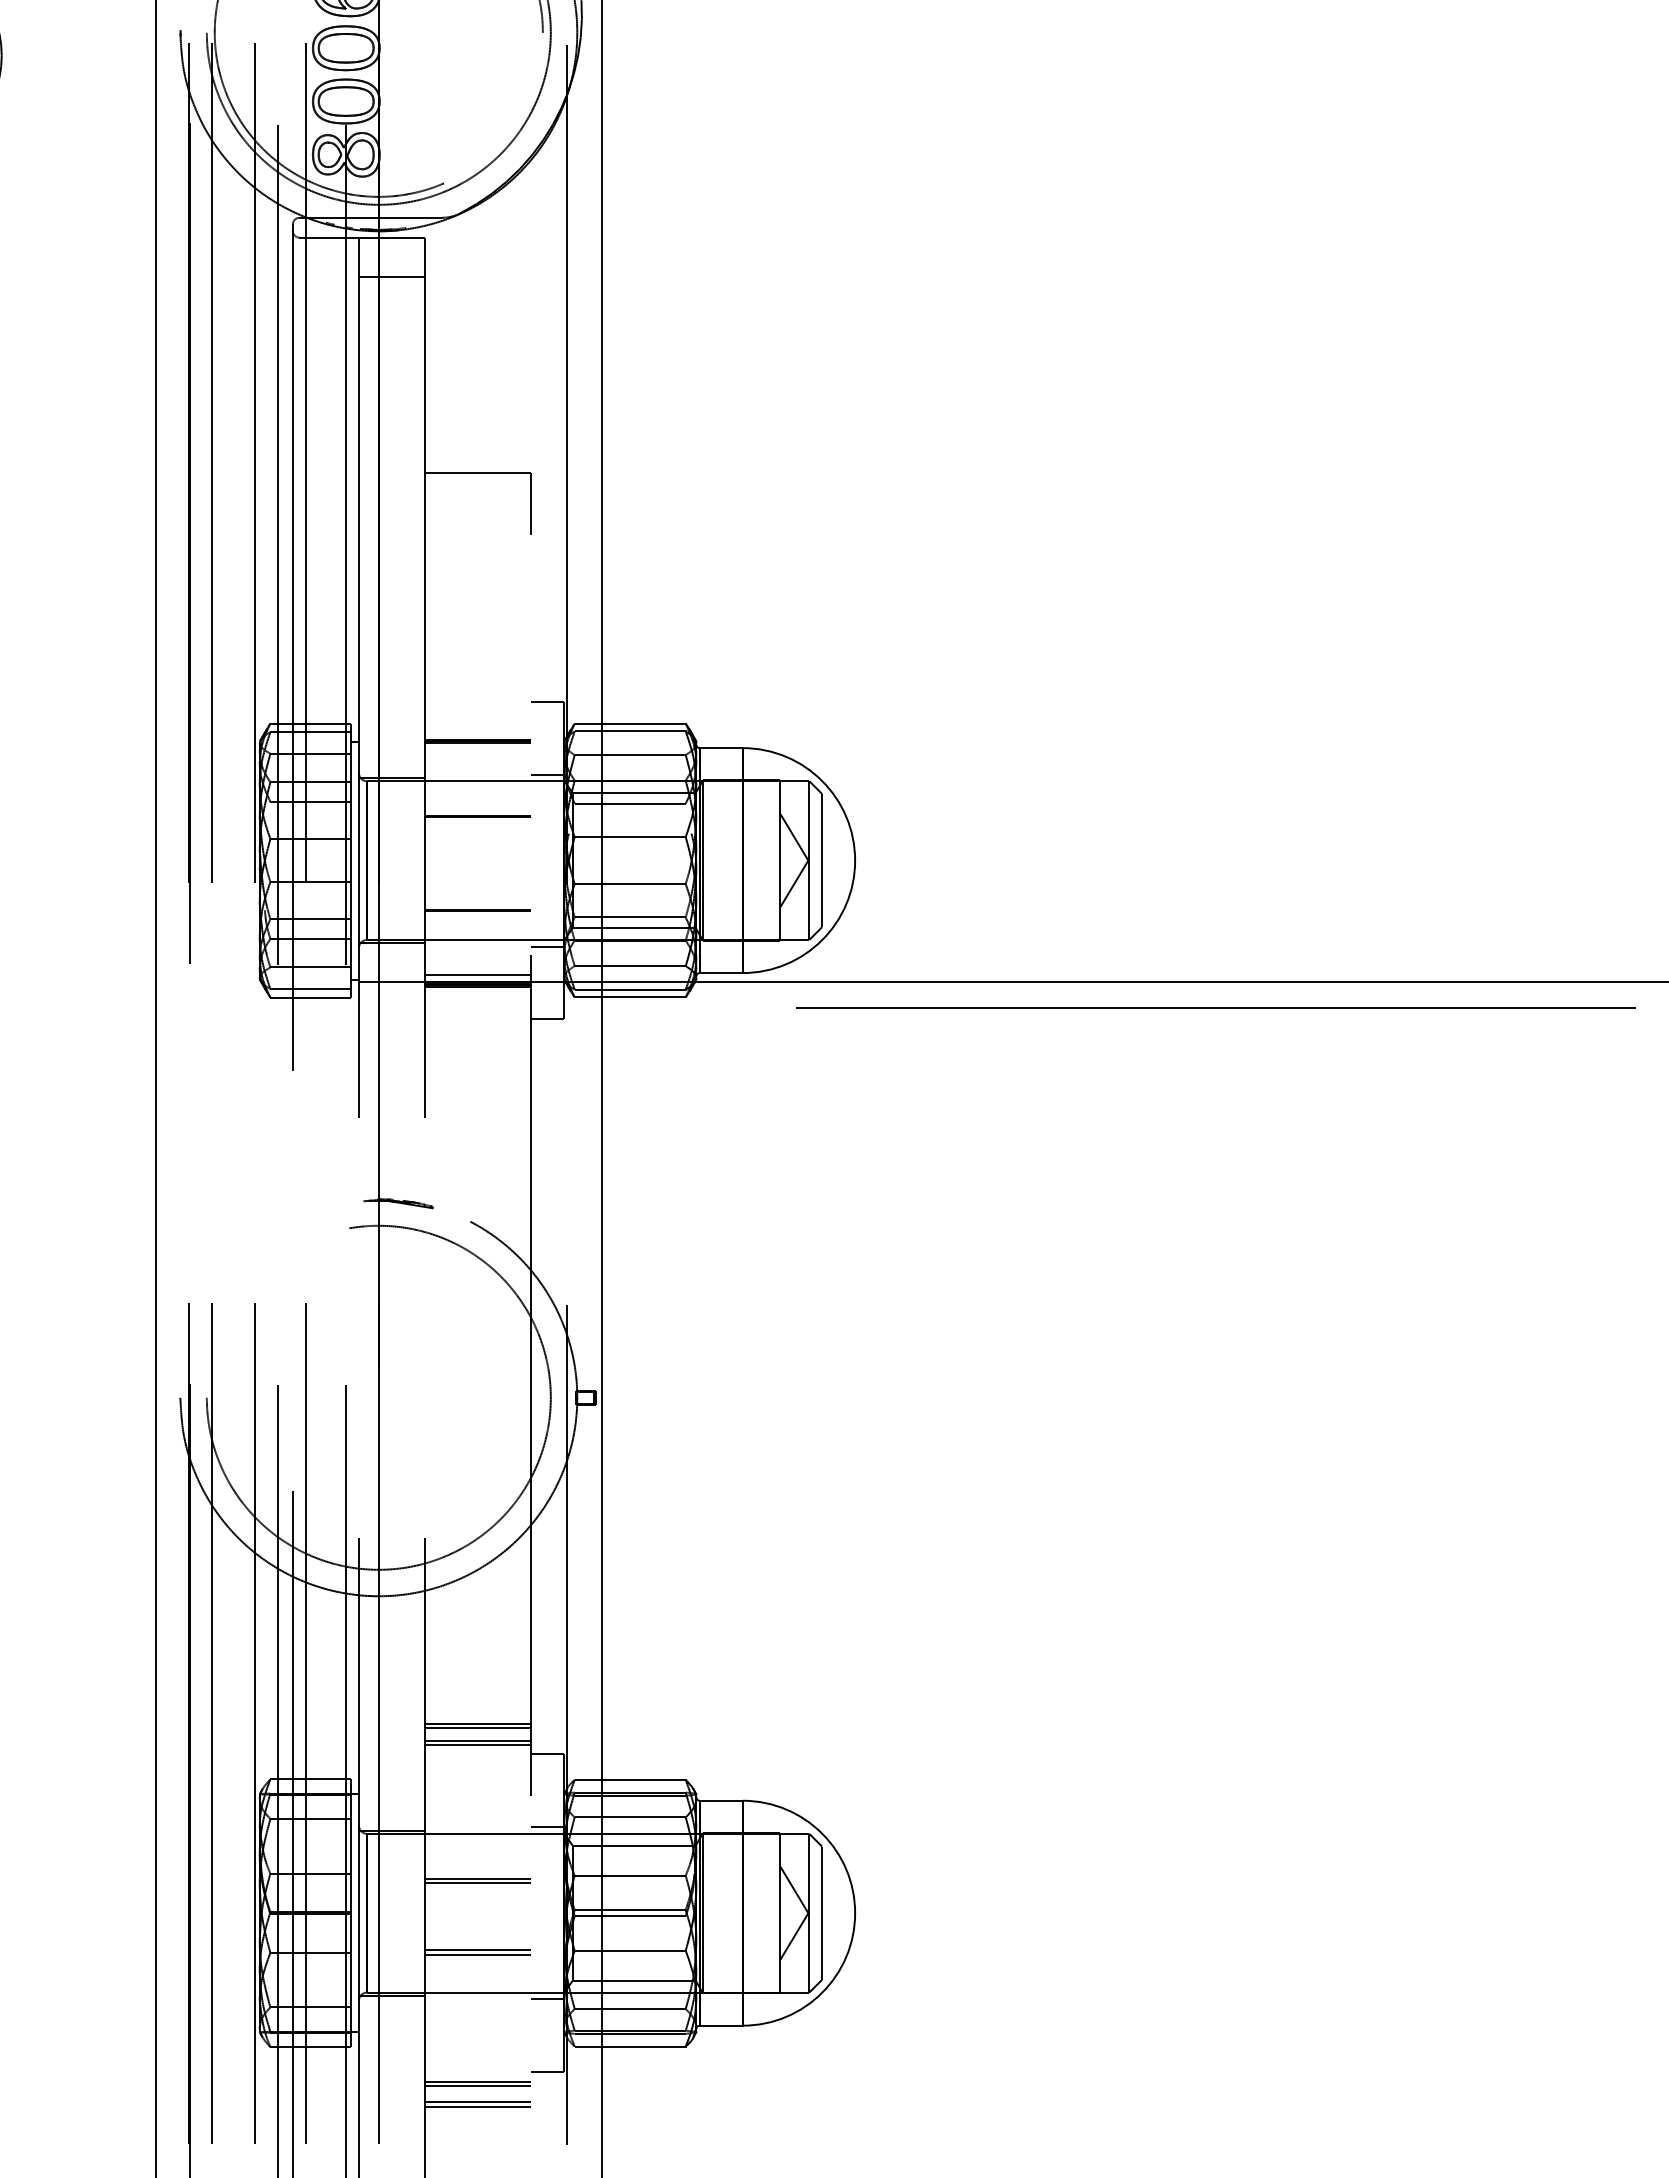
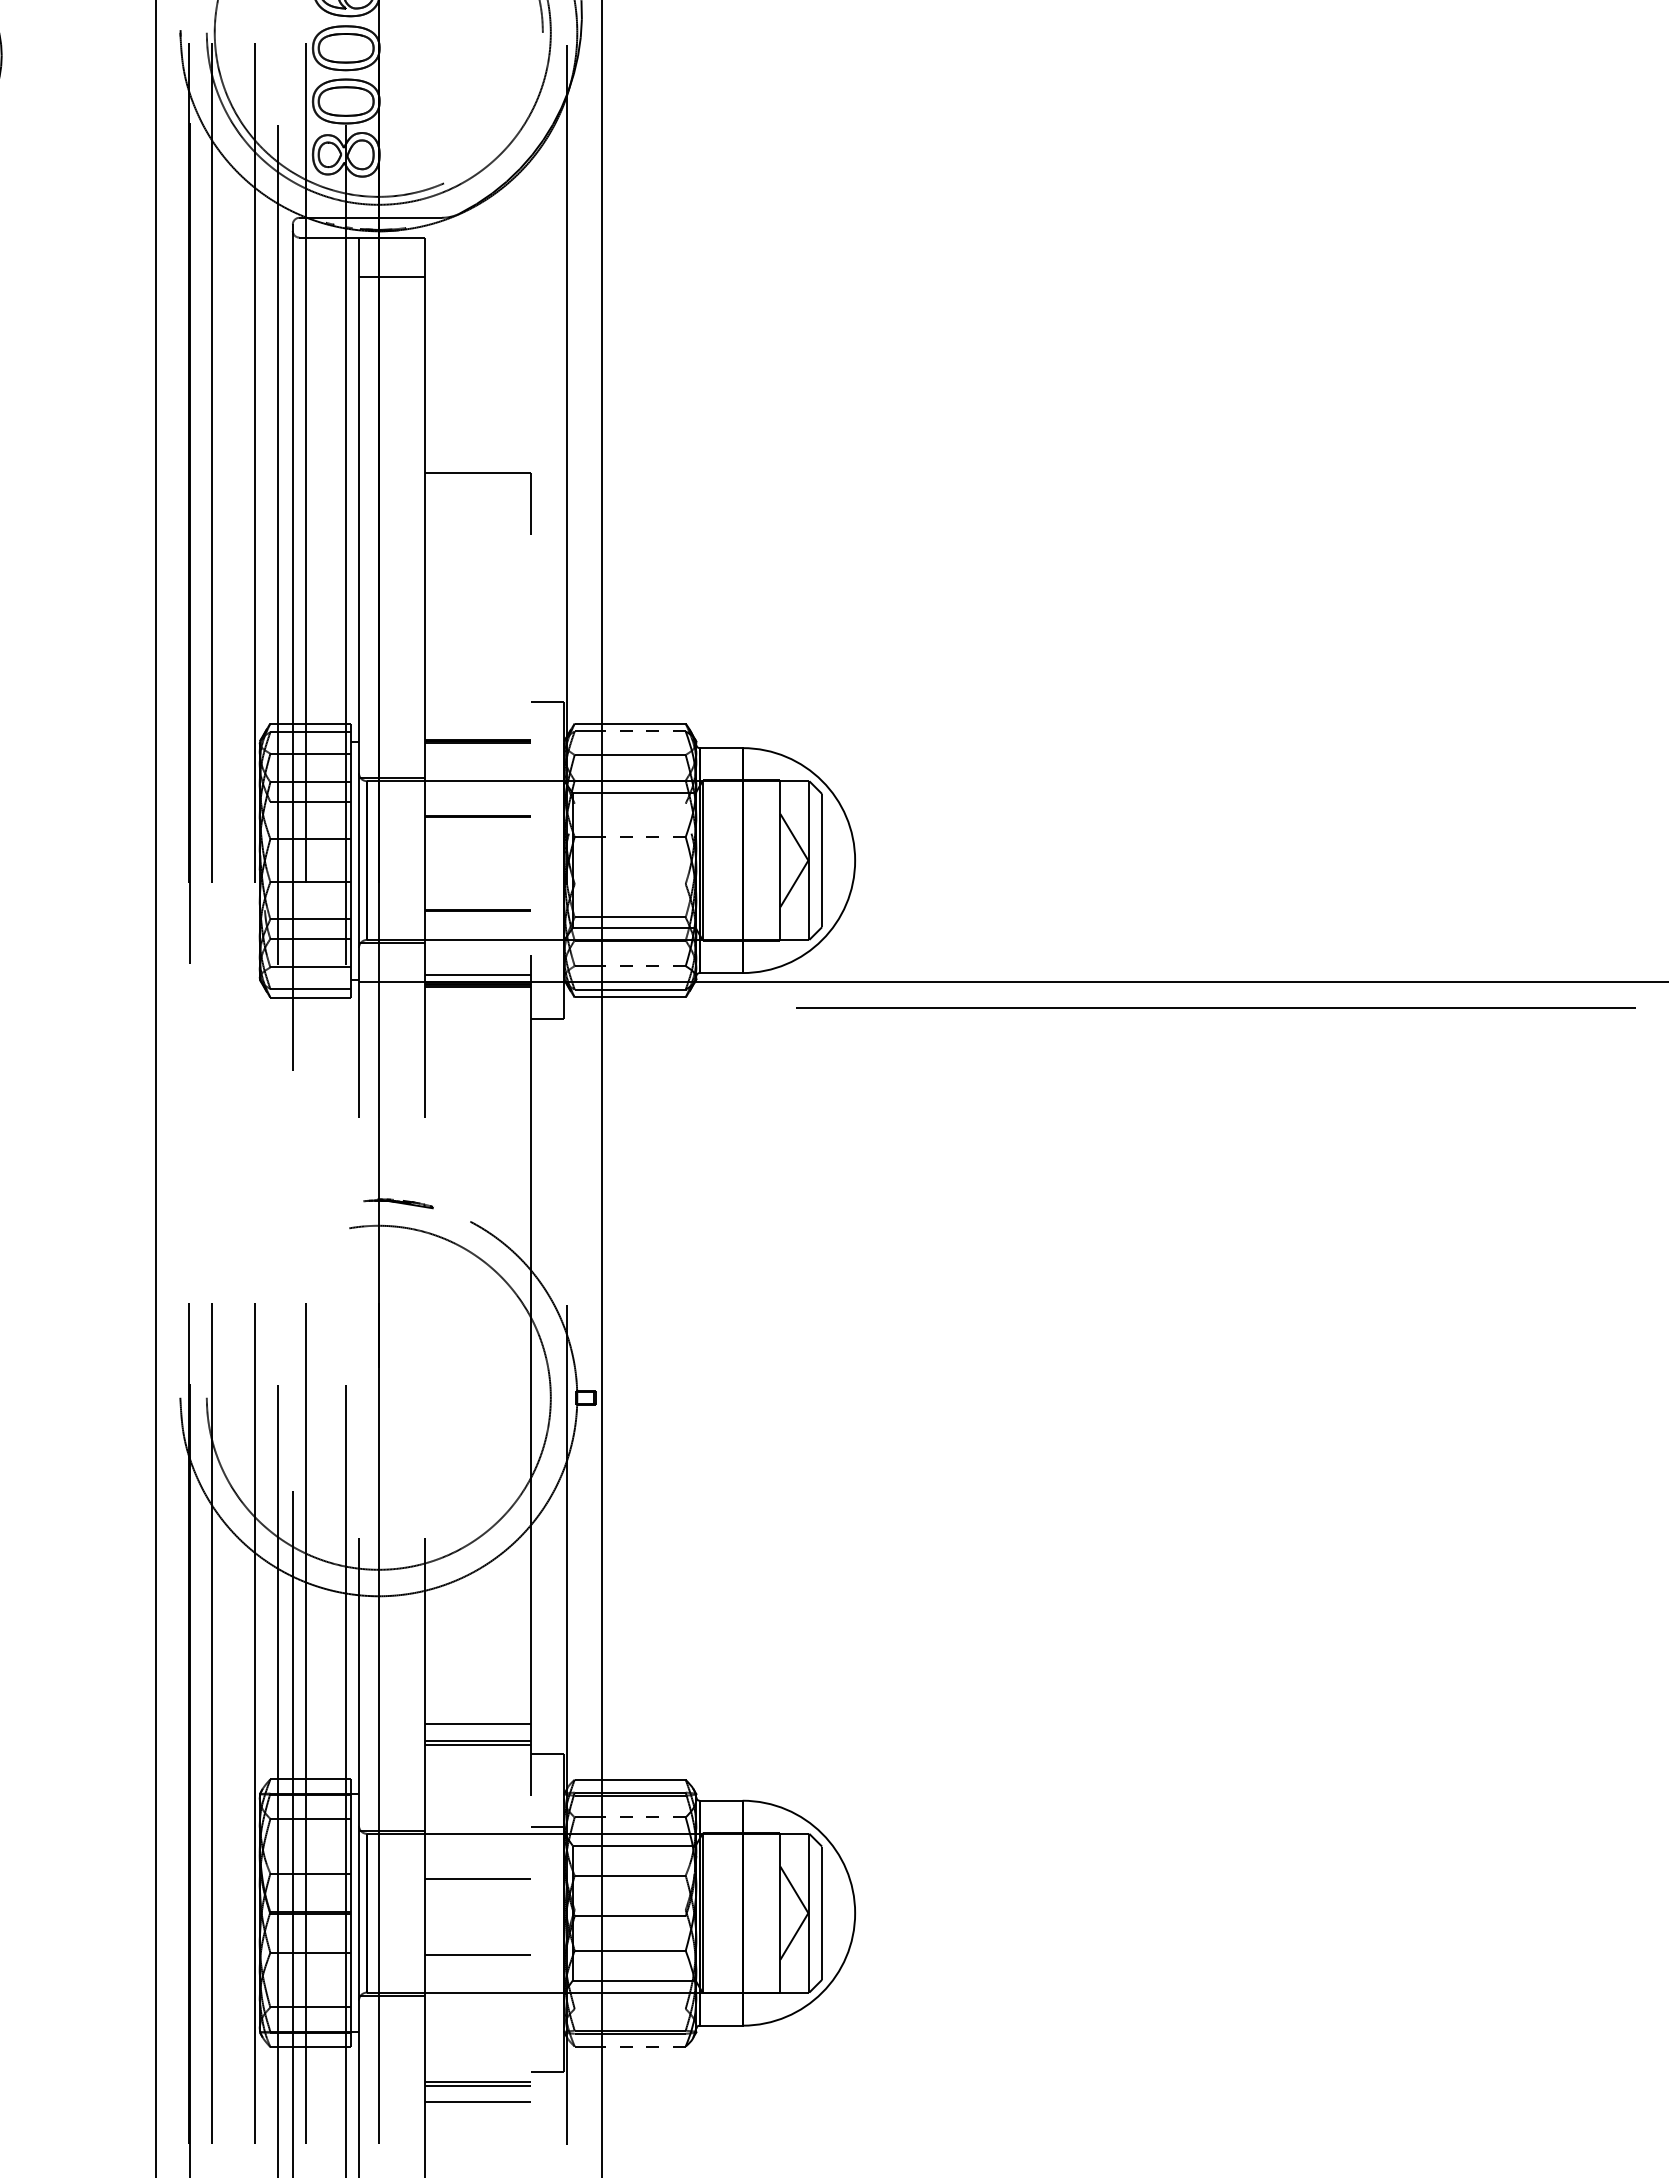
line at (643, 731): solid -> dashed
line at (547, 774): present -> none
line at (629, 803): present -> none
line at (643, 837): solid -> dashed
line at (629, 884): present -> none
line at (547, 946): present -> none
line at (643, 966): solid -> dashed
line at (477, 1728): present -> none
line at (643, 1817): solid -> dashed
line at (477, 1882): present -> none
line at (629, 1910): present -> none
line at (477, 1950): present -> none
line at (547, 1999): present -> none
line at (629, 2008): present -> none
line at (643, 2046): solid -> dashed
line at (477, 2106): present -> none
